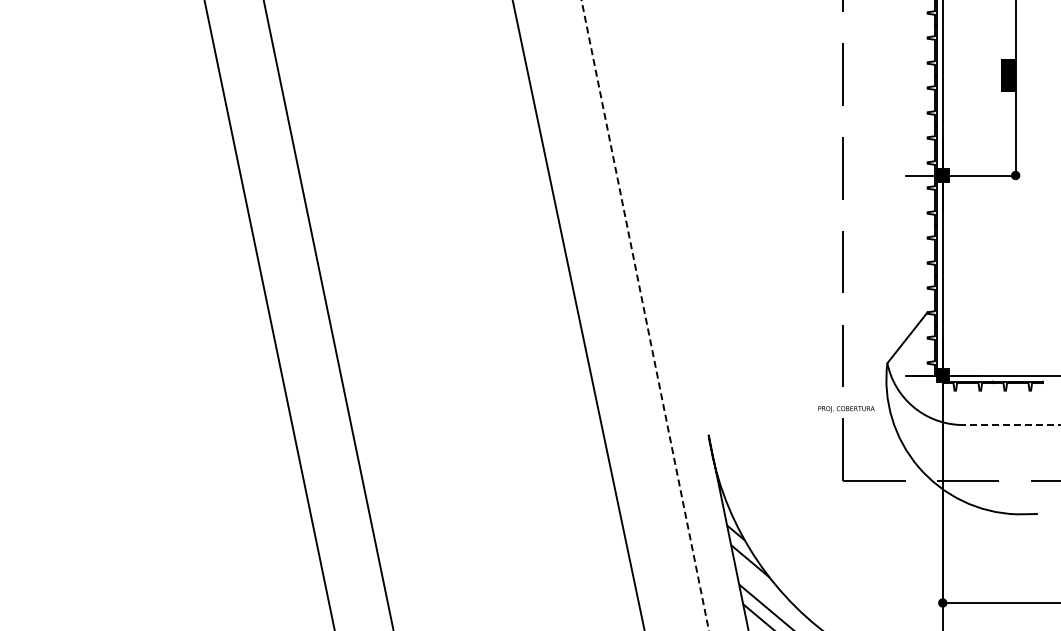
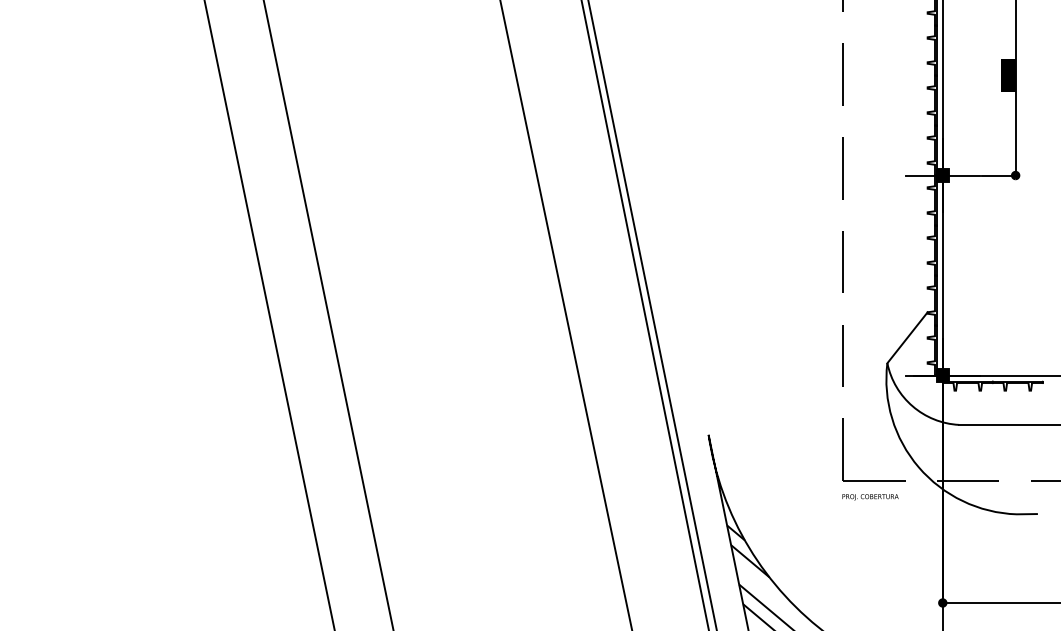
line at (578, 314) position: (578, 314) -> (565, 314)
line at (645, 314): dashed -> solid
line at (652, 314): none -> present
text at (846, 409) position: (846, 409) -> (870, 497)
line at (1010, 424): dashed -> solid
